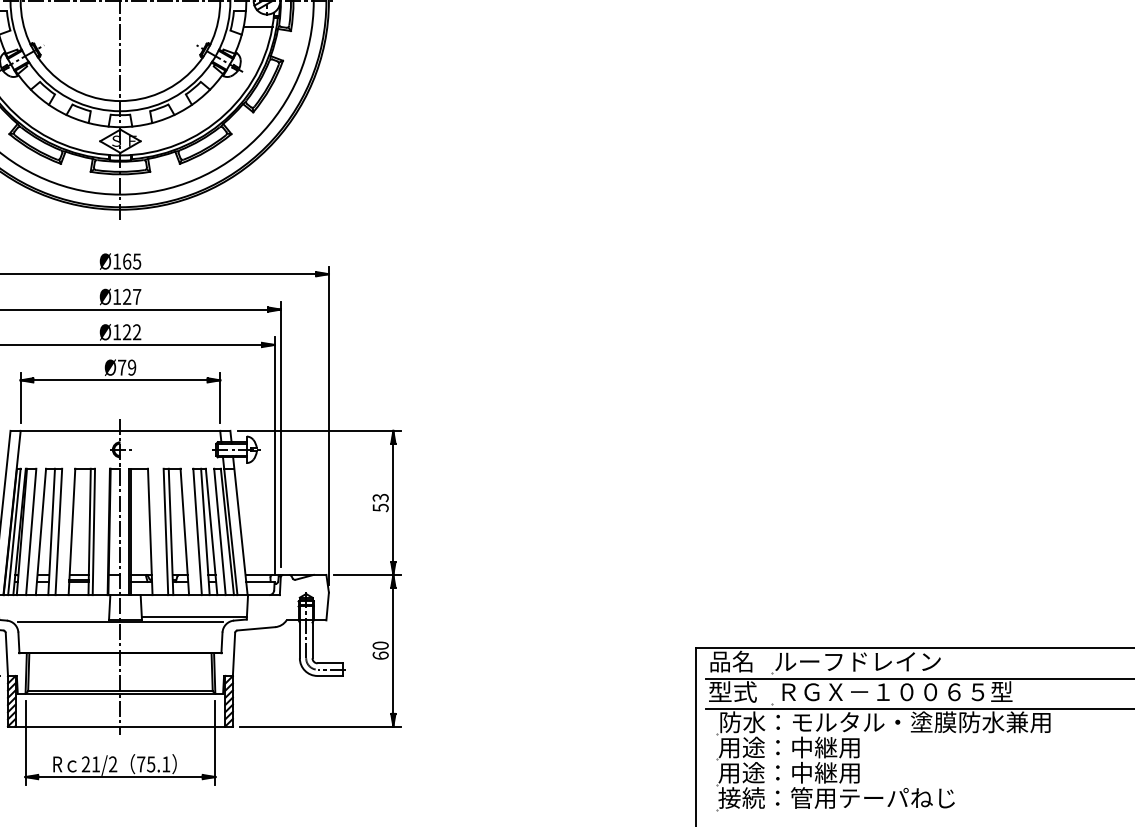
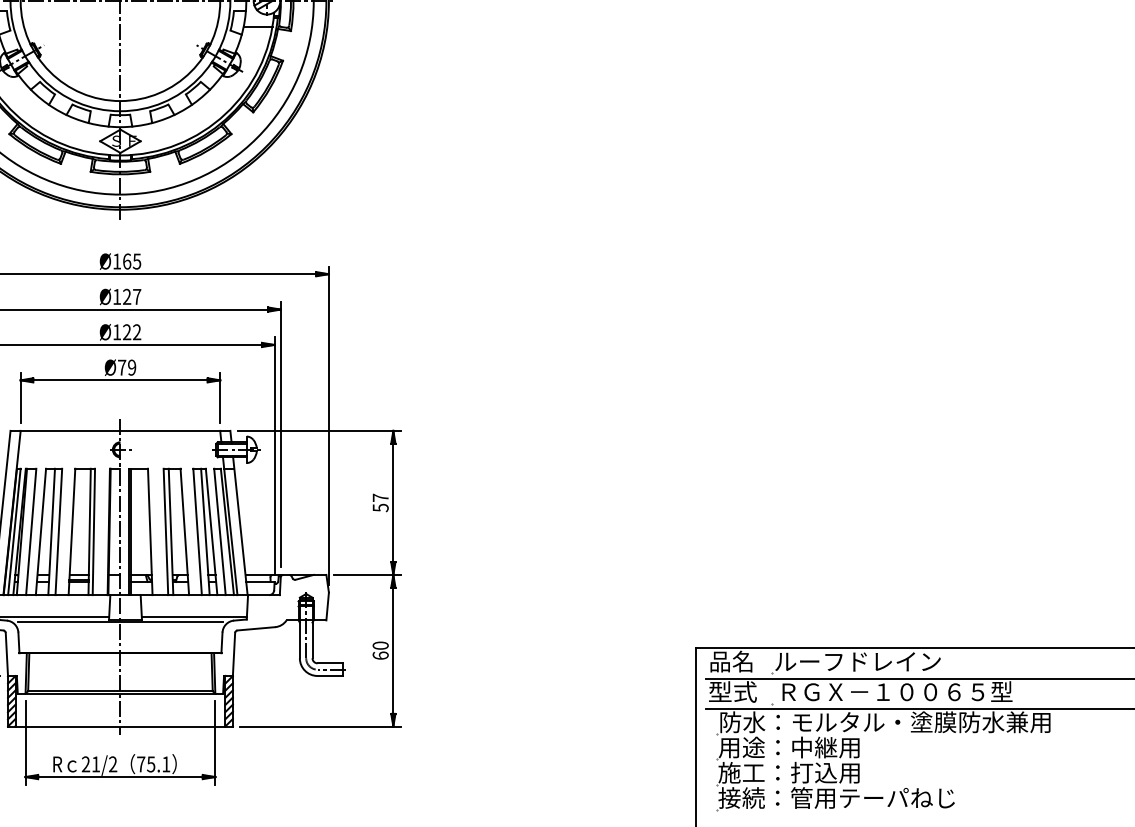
text at (380, 497): 53 -> 57
line at (55, 616): none -> present
text at (777, 772): 用途：中継用 -> 施工：打込用
